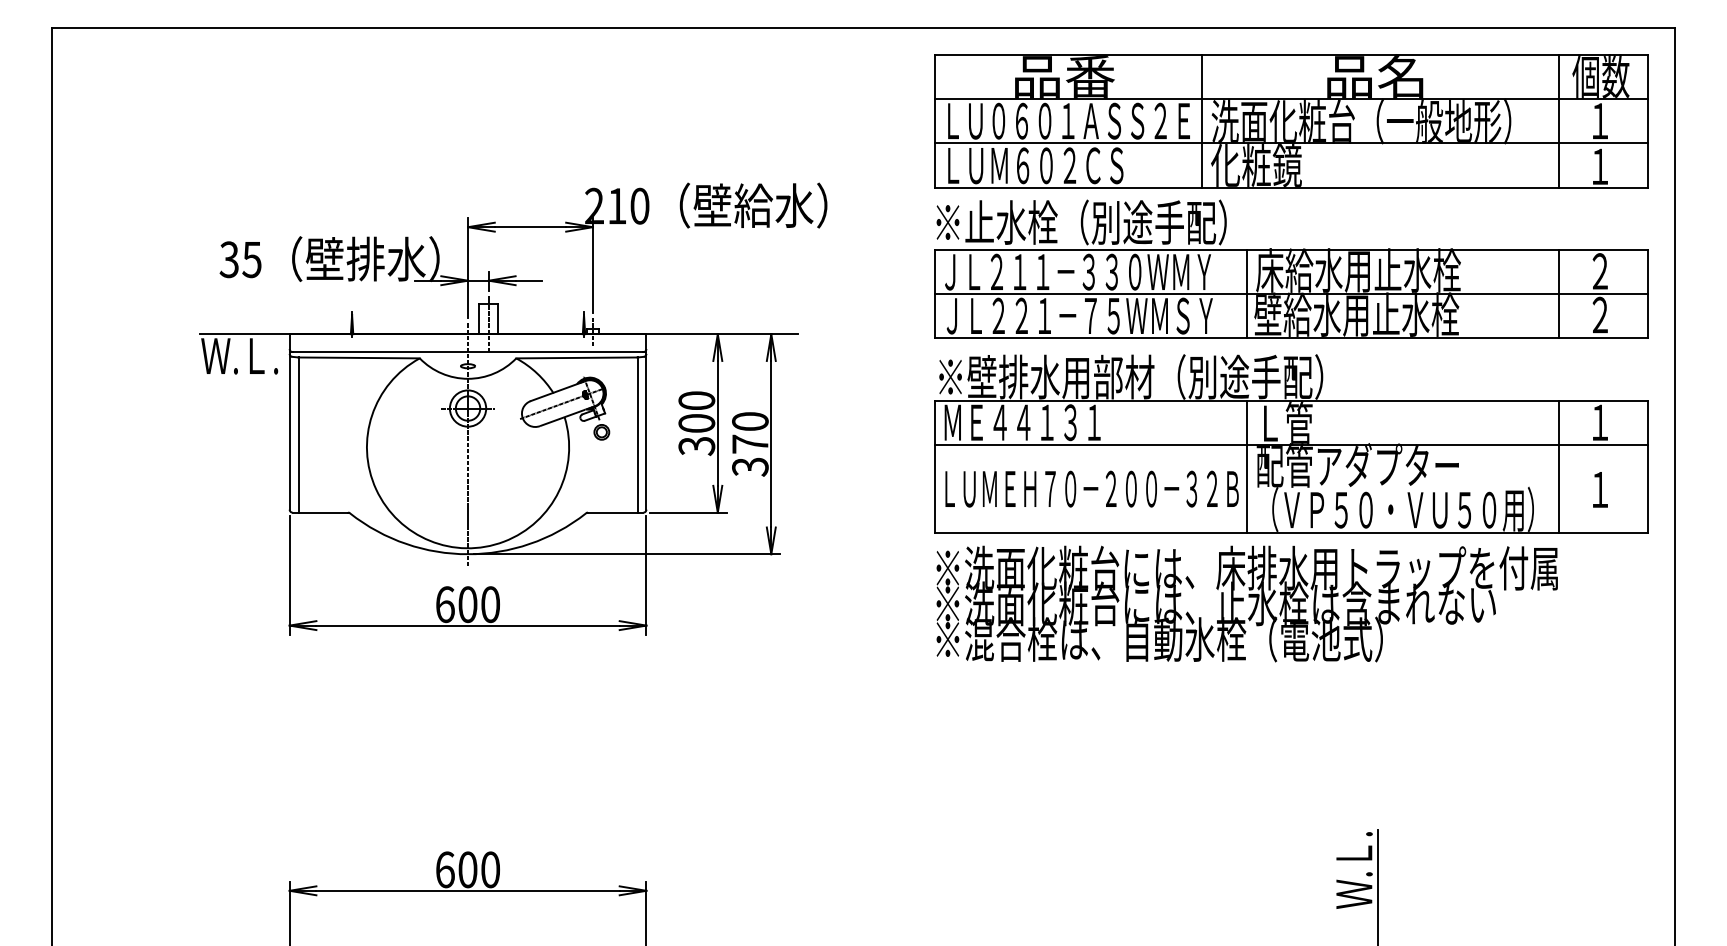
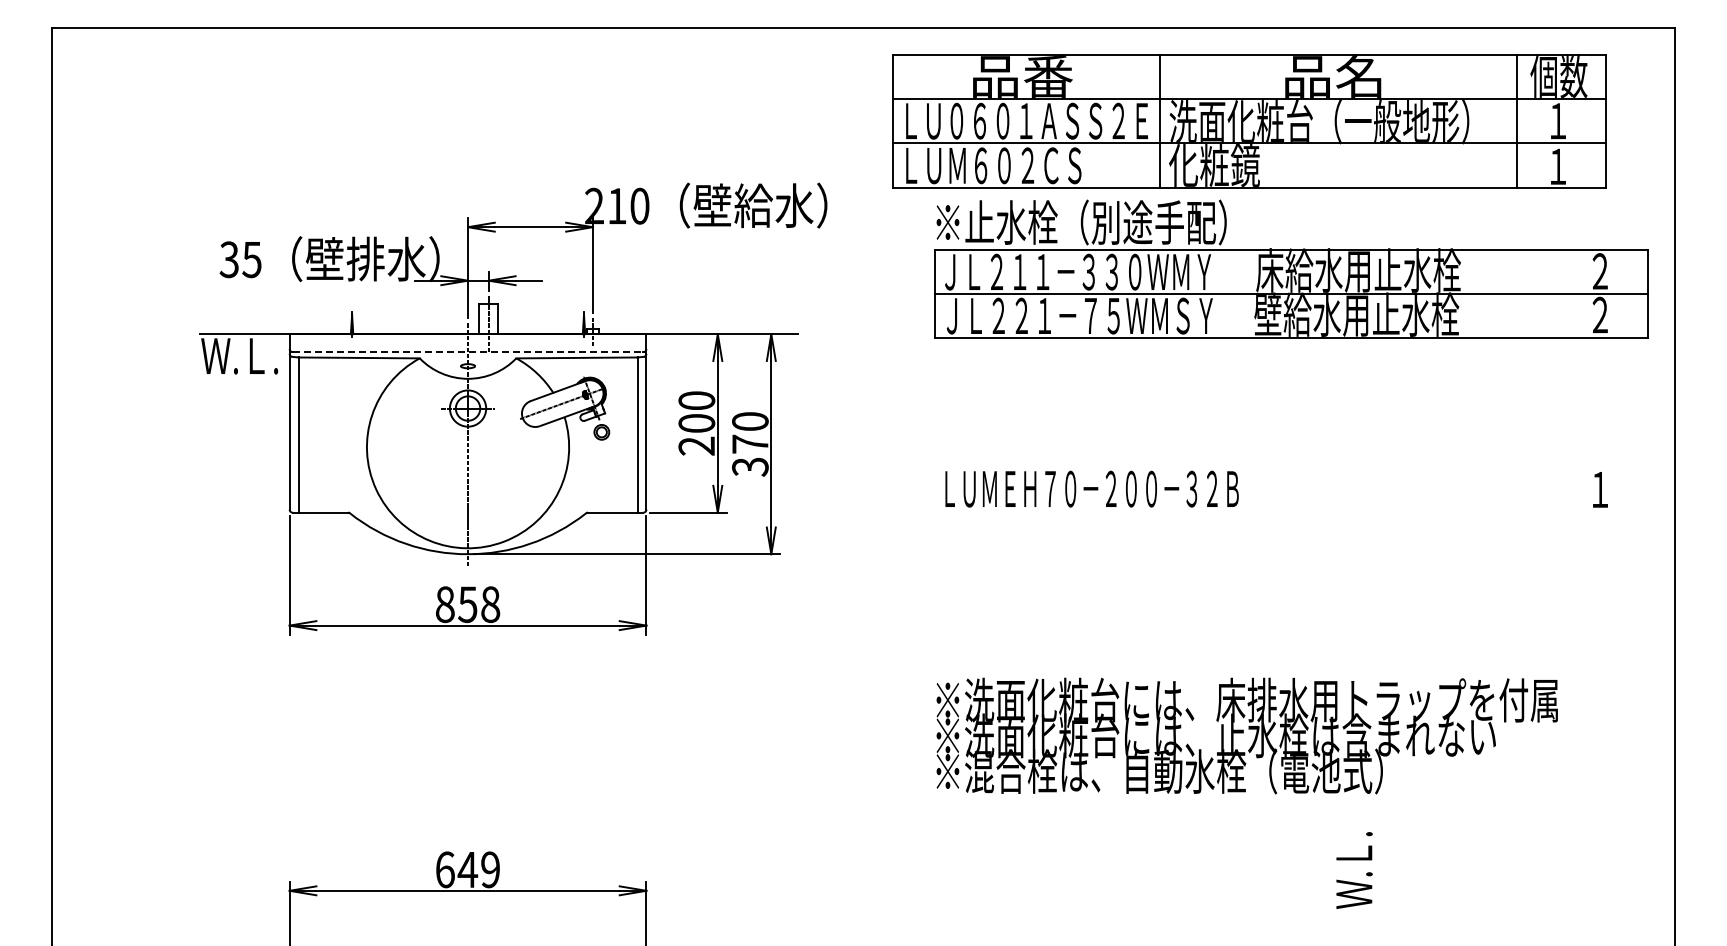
part at (1291, 121) position: (1291, 121) -> (1249, 121)
line at (1247, 293): present -> none
line at (1559, 293): present -> none
line at (468, 352): solid -> dashed
part at (1291, 443): present -> none
text at (697, 446): 300 -> 200
text at (1246, 603) position: (1246, 603) -> (1246, 735)
text at (468, 604): 600 -> 858
text at (478, 869): 600 -> 649
line at (1377, 886): present -> none
